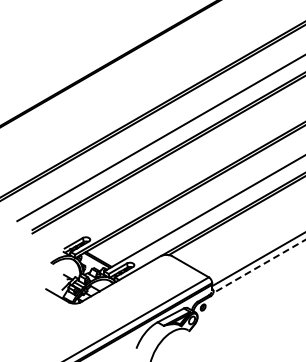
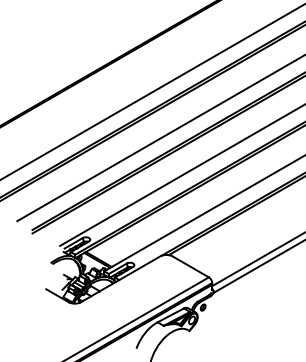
line at (152, 91): none -> present
line at (181, 175): none -> present
line at (258, 266): dashed -> solid
